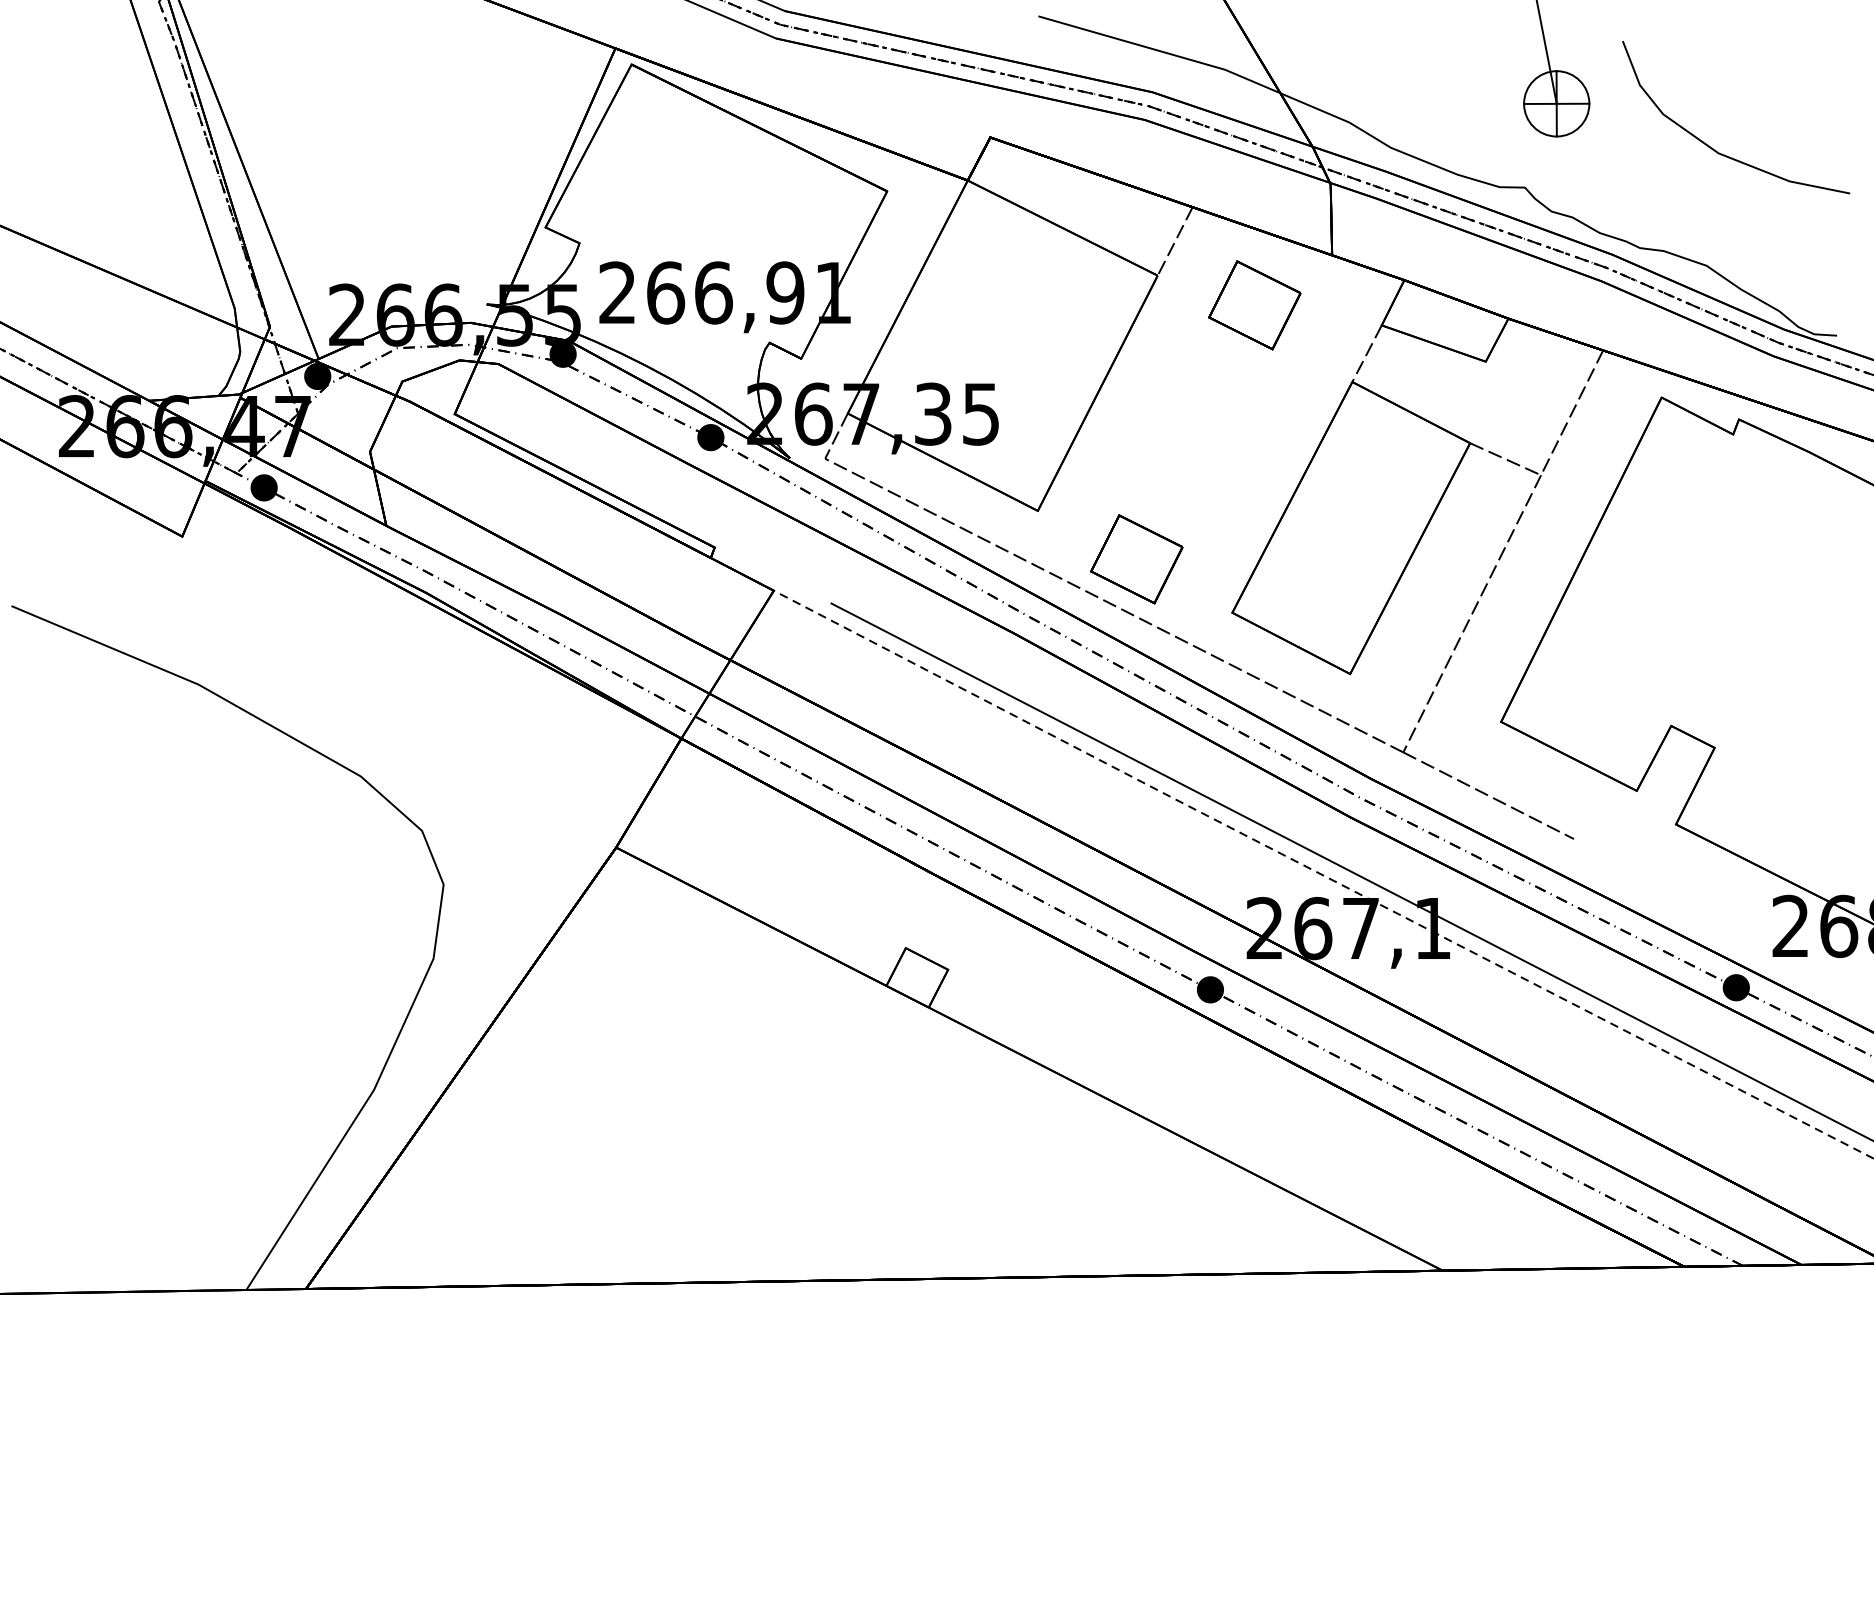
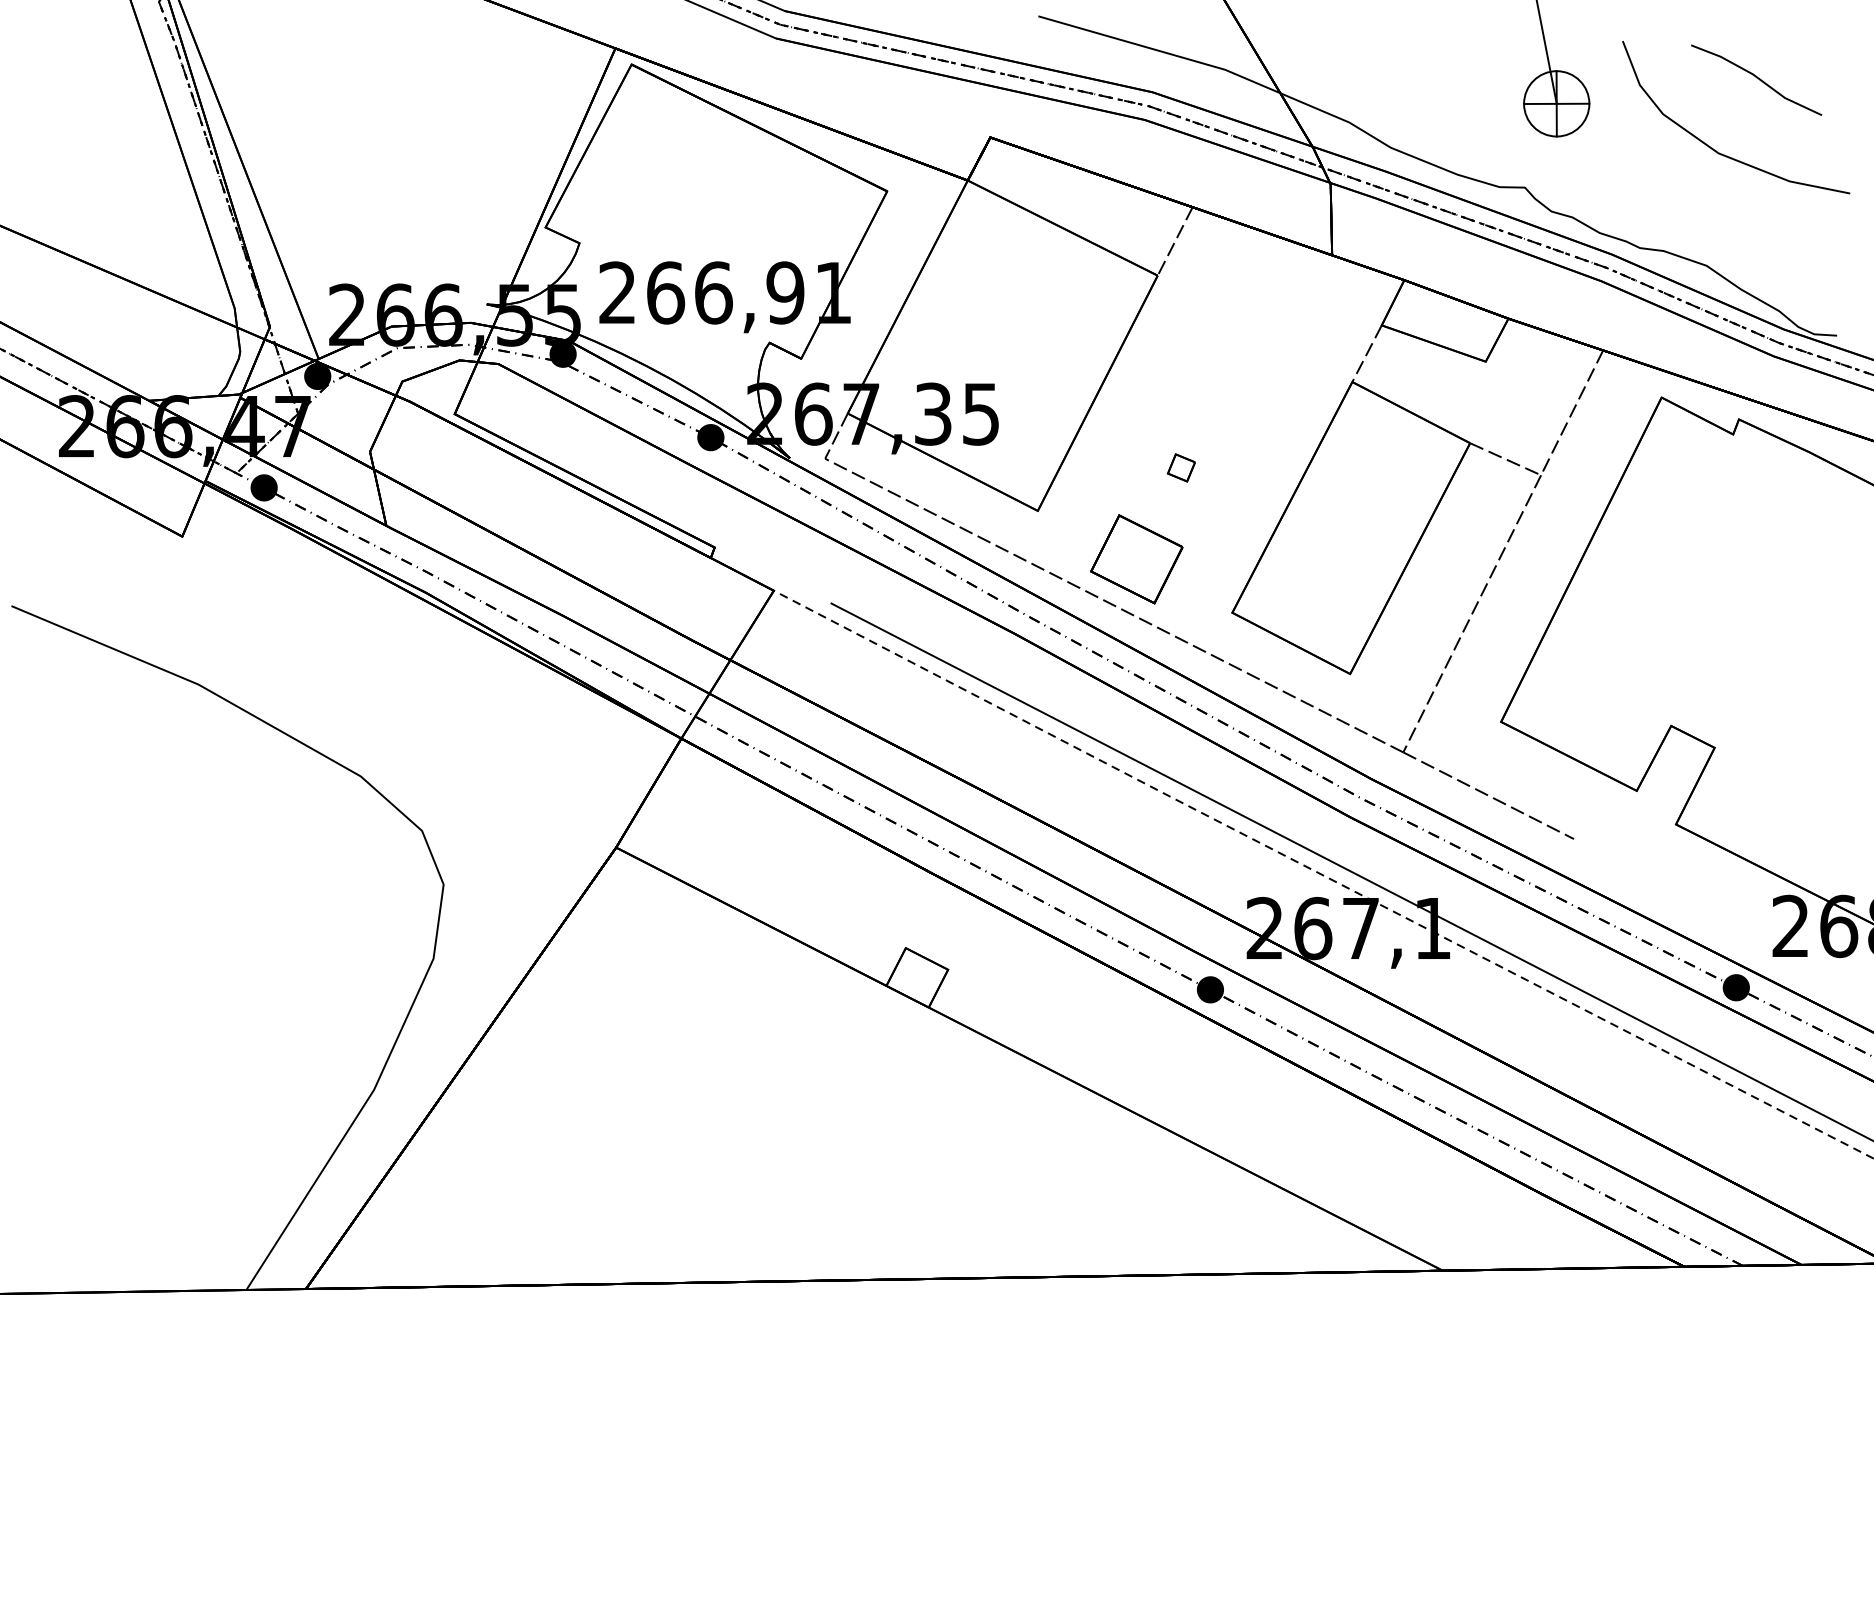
line at (1756, 78): none -> present
part at (1254, 305): present -> none
part at (1180, 467): none -> present
